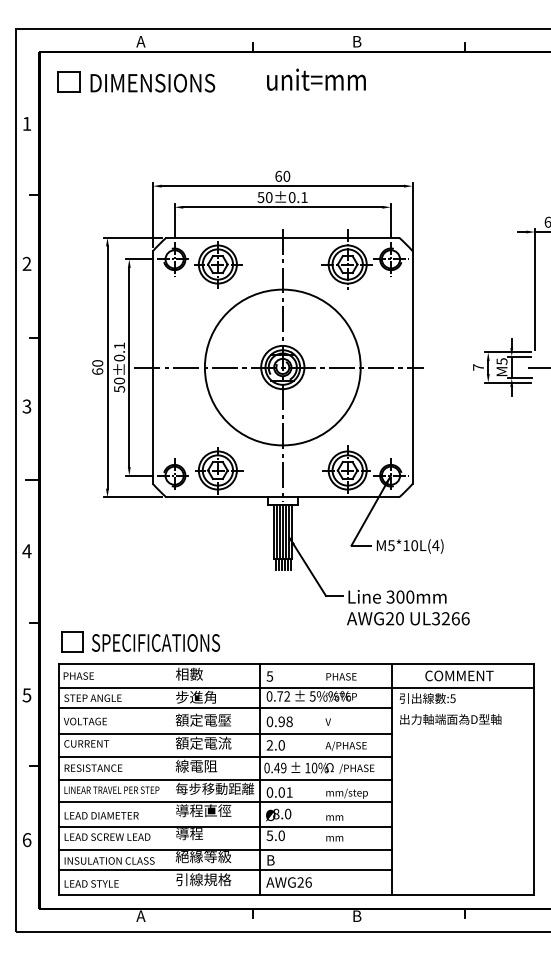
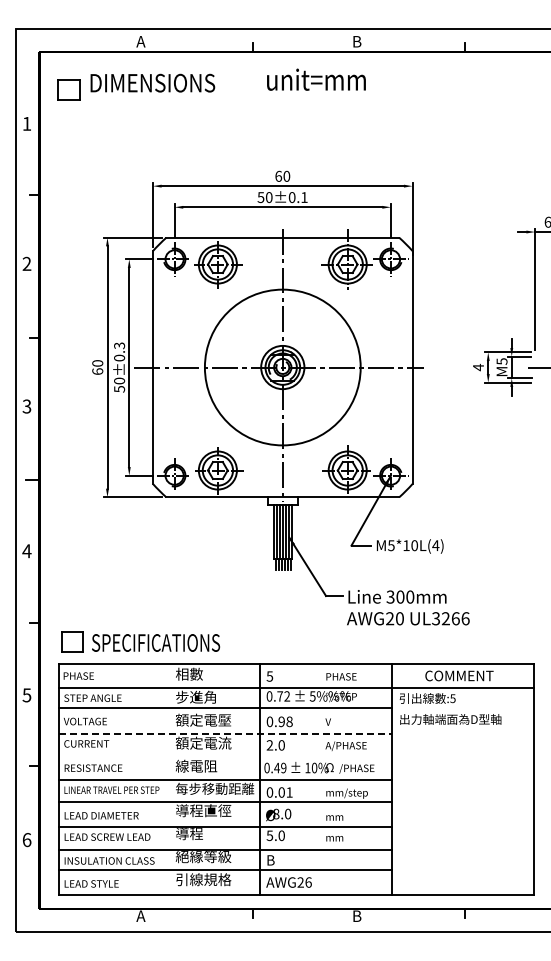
part at (68, 81) position: (68, 81) -> (68, 89)
text at (119, 345): 50±0.1 -> 50±0.3
text at (478, 367): 7 -> 4
line at (225, 733): solid -> dashed
line at (224, 757): present -> none
